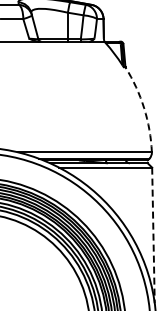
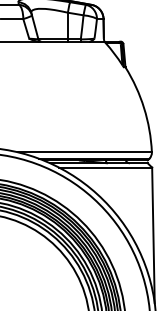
arc at (144, 108): dashed -> solid
line at (153, 235): dashed -> solid
